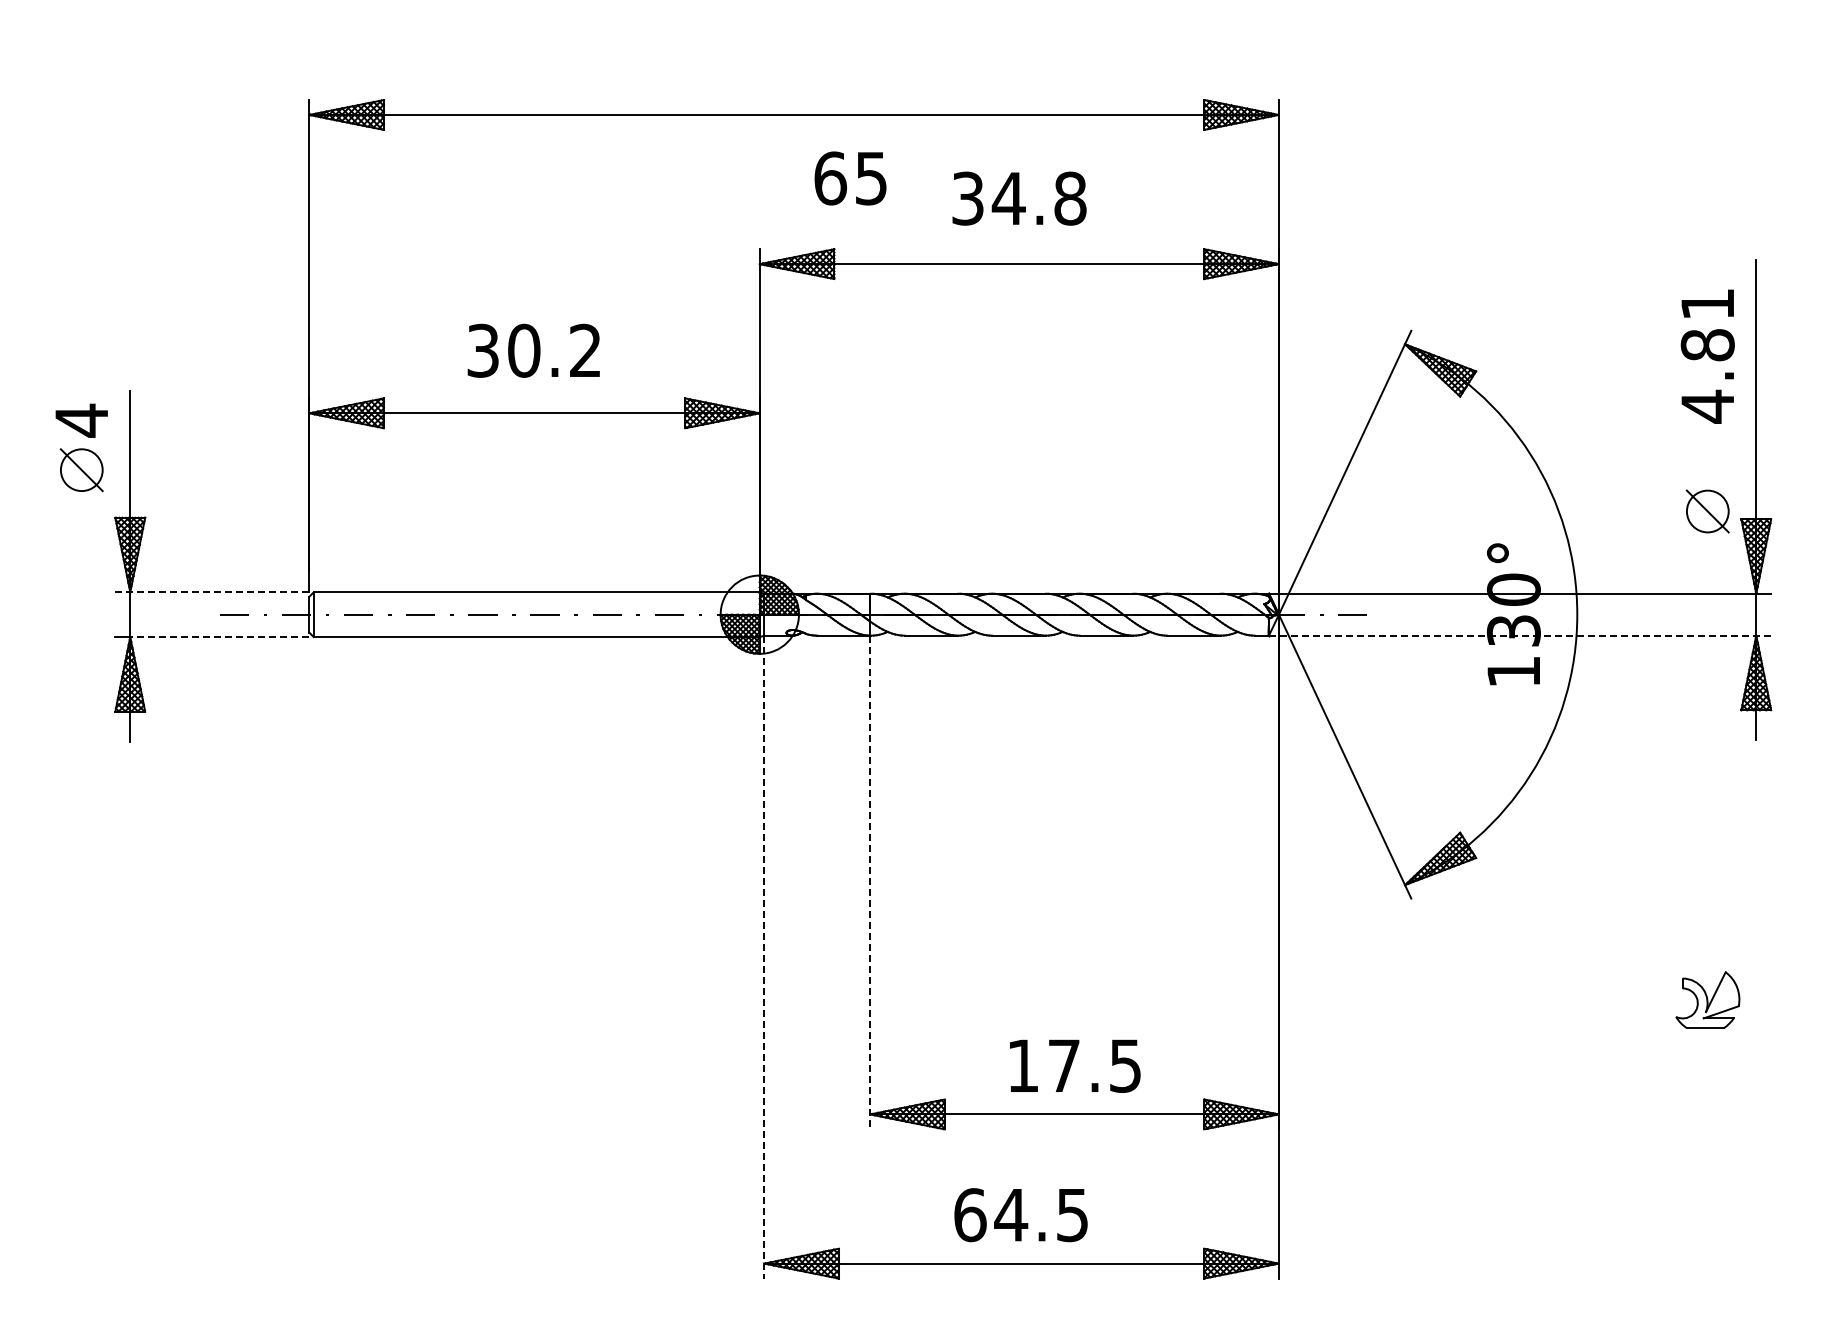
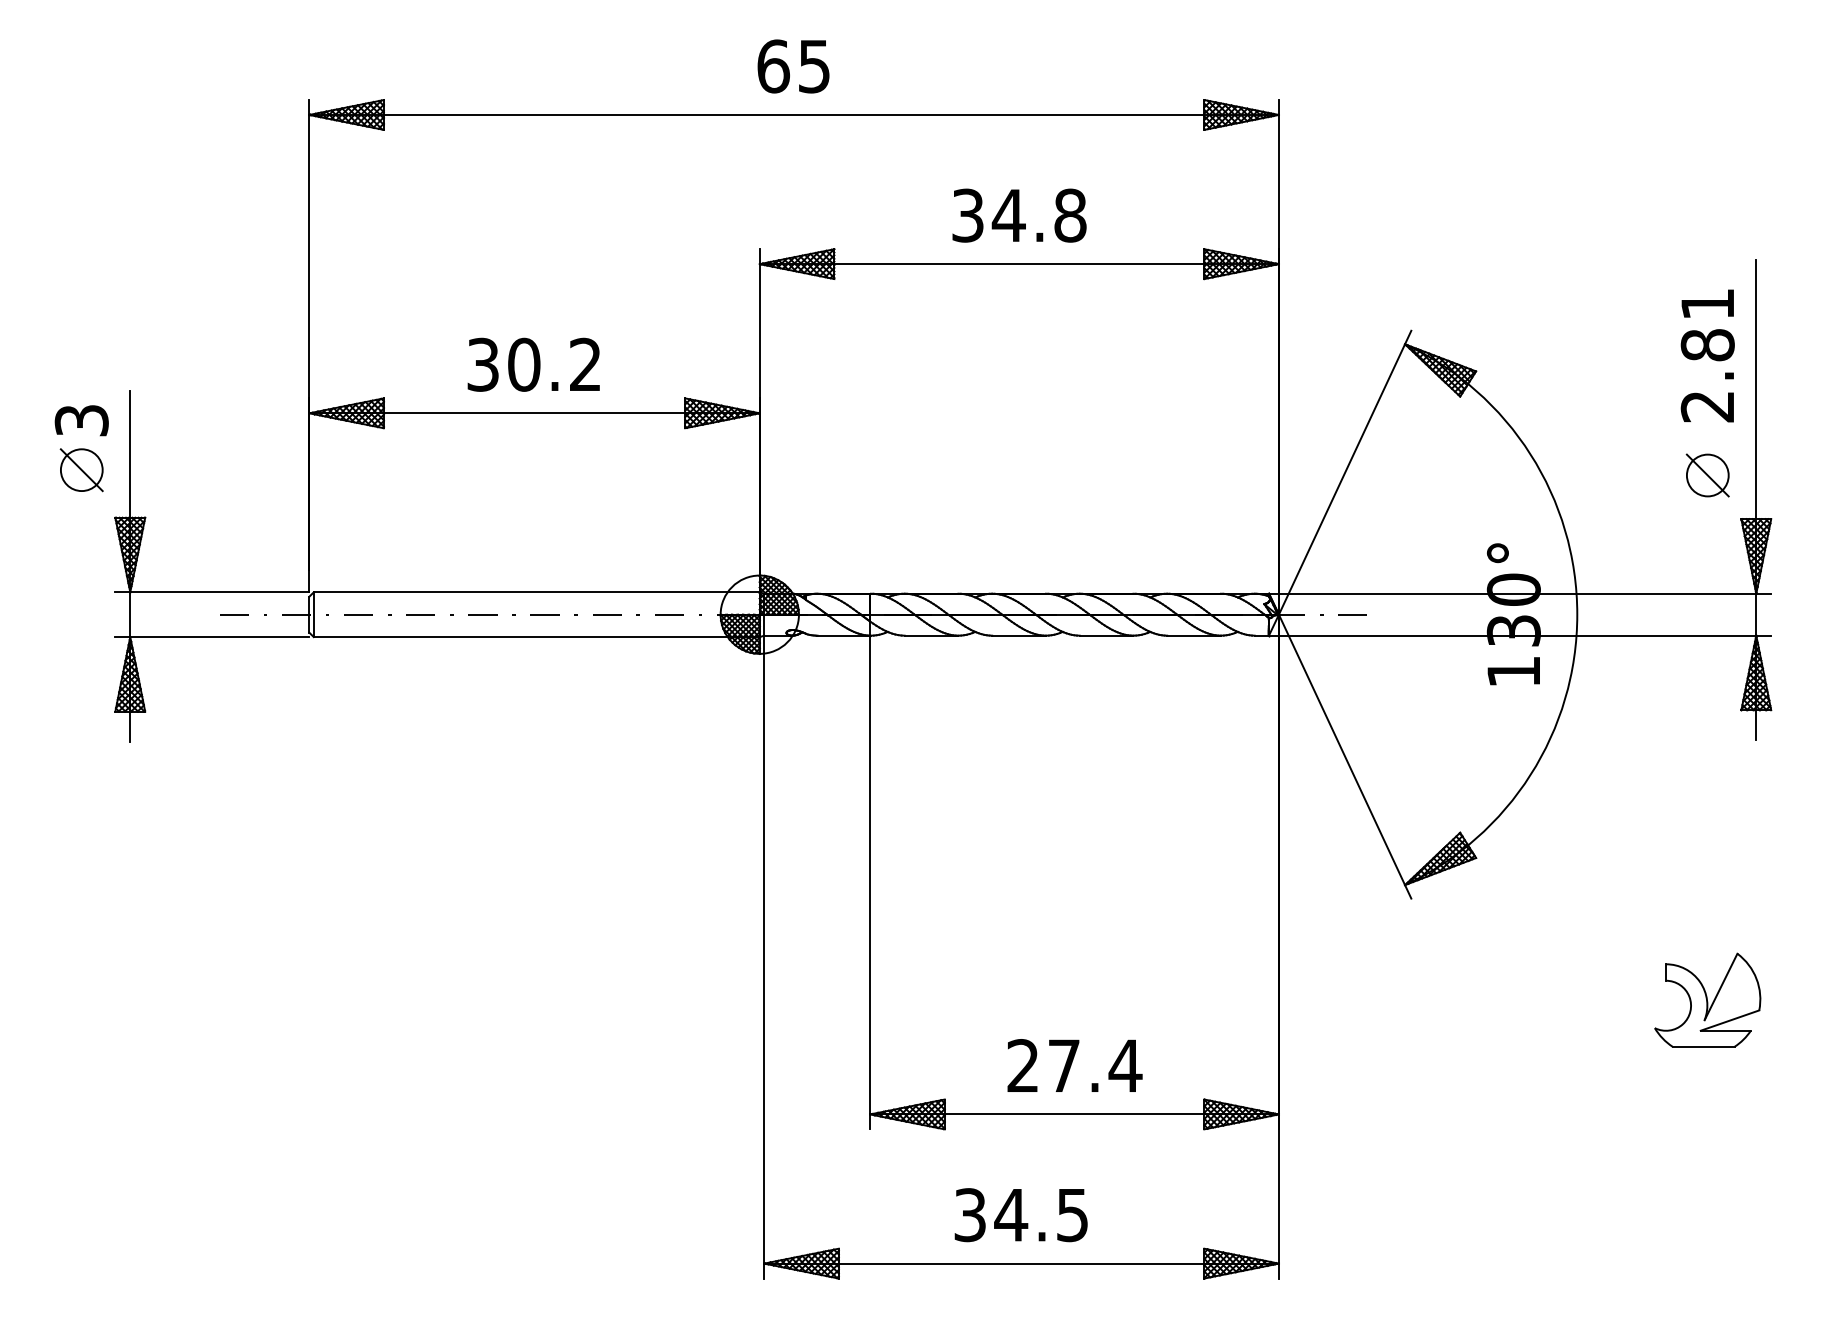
text at (850, 178) position: (850, 178) -> (793, 66)
text at (1019, 198) position: (1019, 198) -> (1019, 215)
text at (533, 350) position: (533, 350) -> (533, 364)
text at (1706, 406): 4.81 -> 2.81
text at (81, 420): 4 -> 3
part at (1707, 511) position: (1707, 511) -> (1707, 475)
line at (212, 592): dashed -> solid
line at (1520, 635): dashed -> solid
line at (219, 637): dashed -> solid
line at (870, 882): dashed -> solid
line at (764, 957): dashed -> solid
part at (1707, 999) size: 66x58 px -> 108x96 px
text at (1074, 1065): 17.5 -> 27.4
text at (970, 1215): 64.5 -> 34.5
